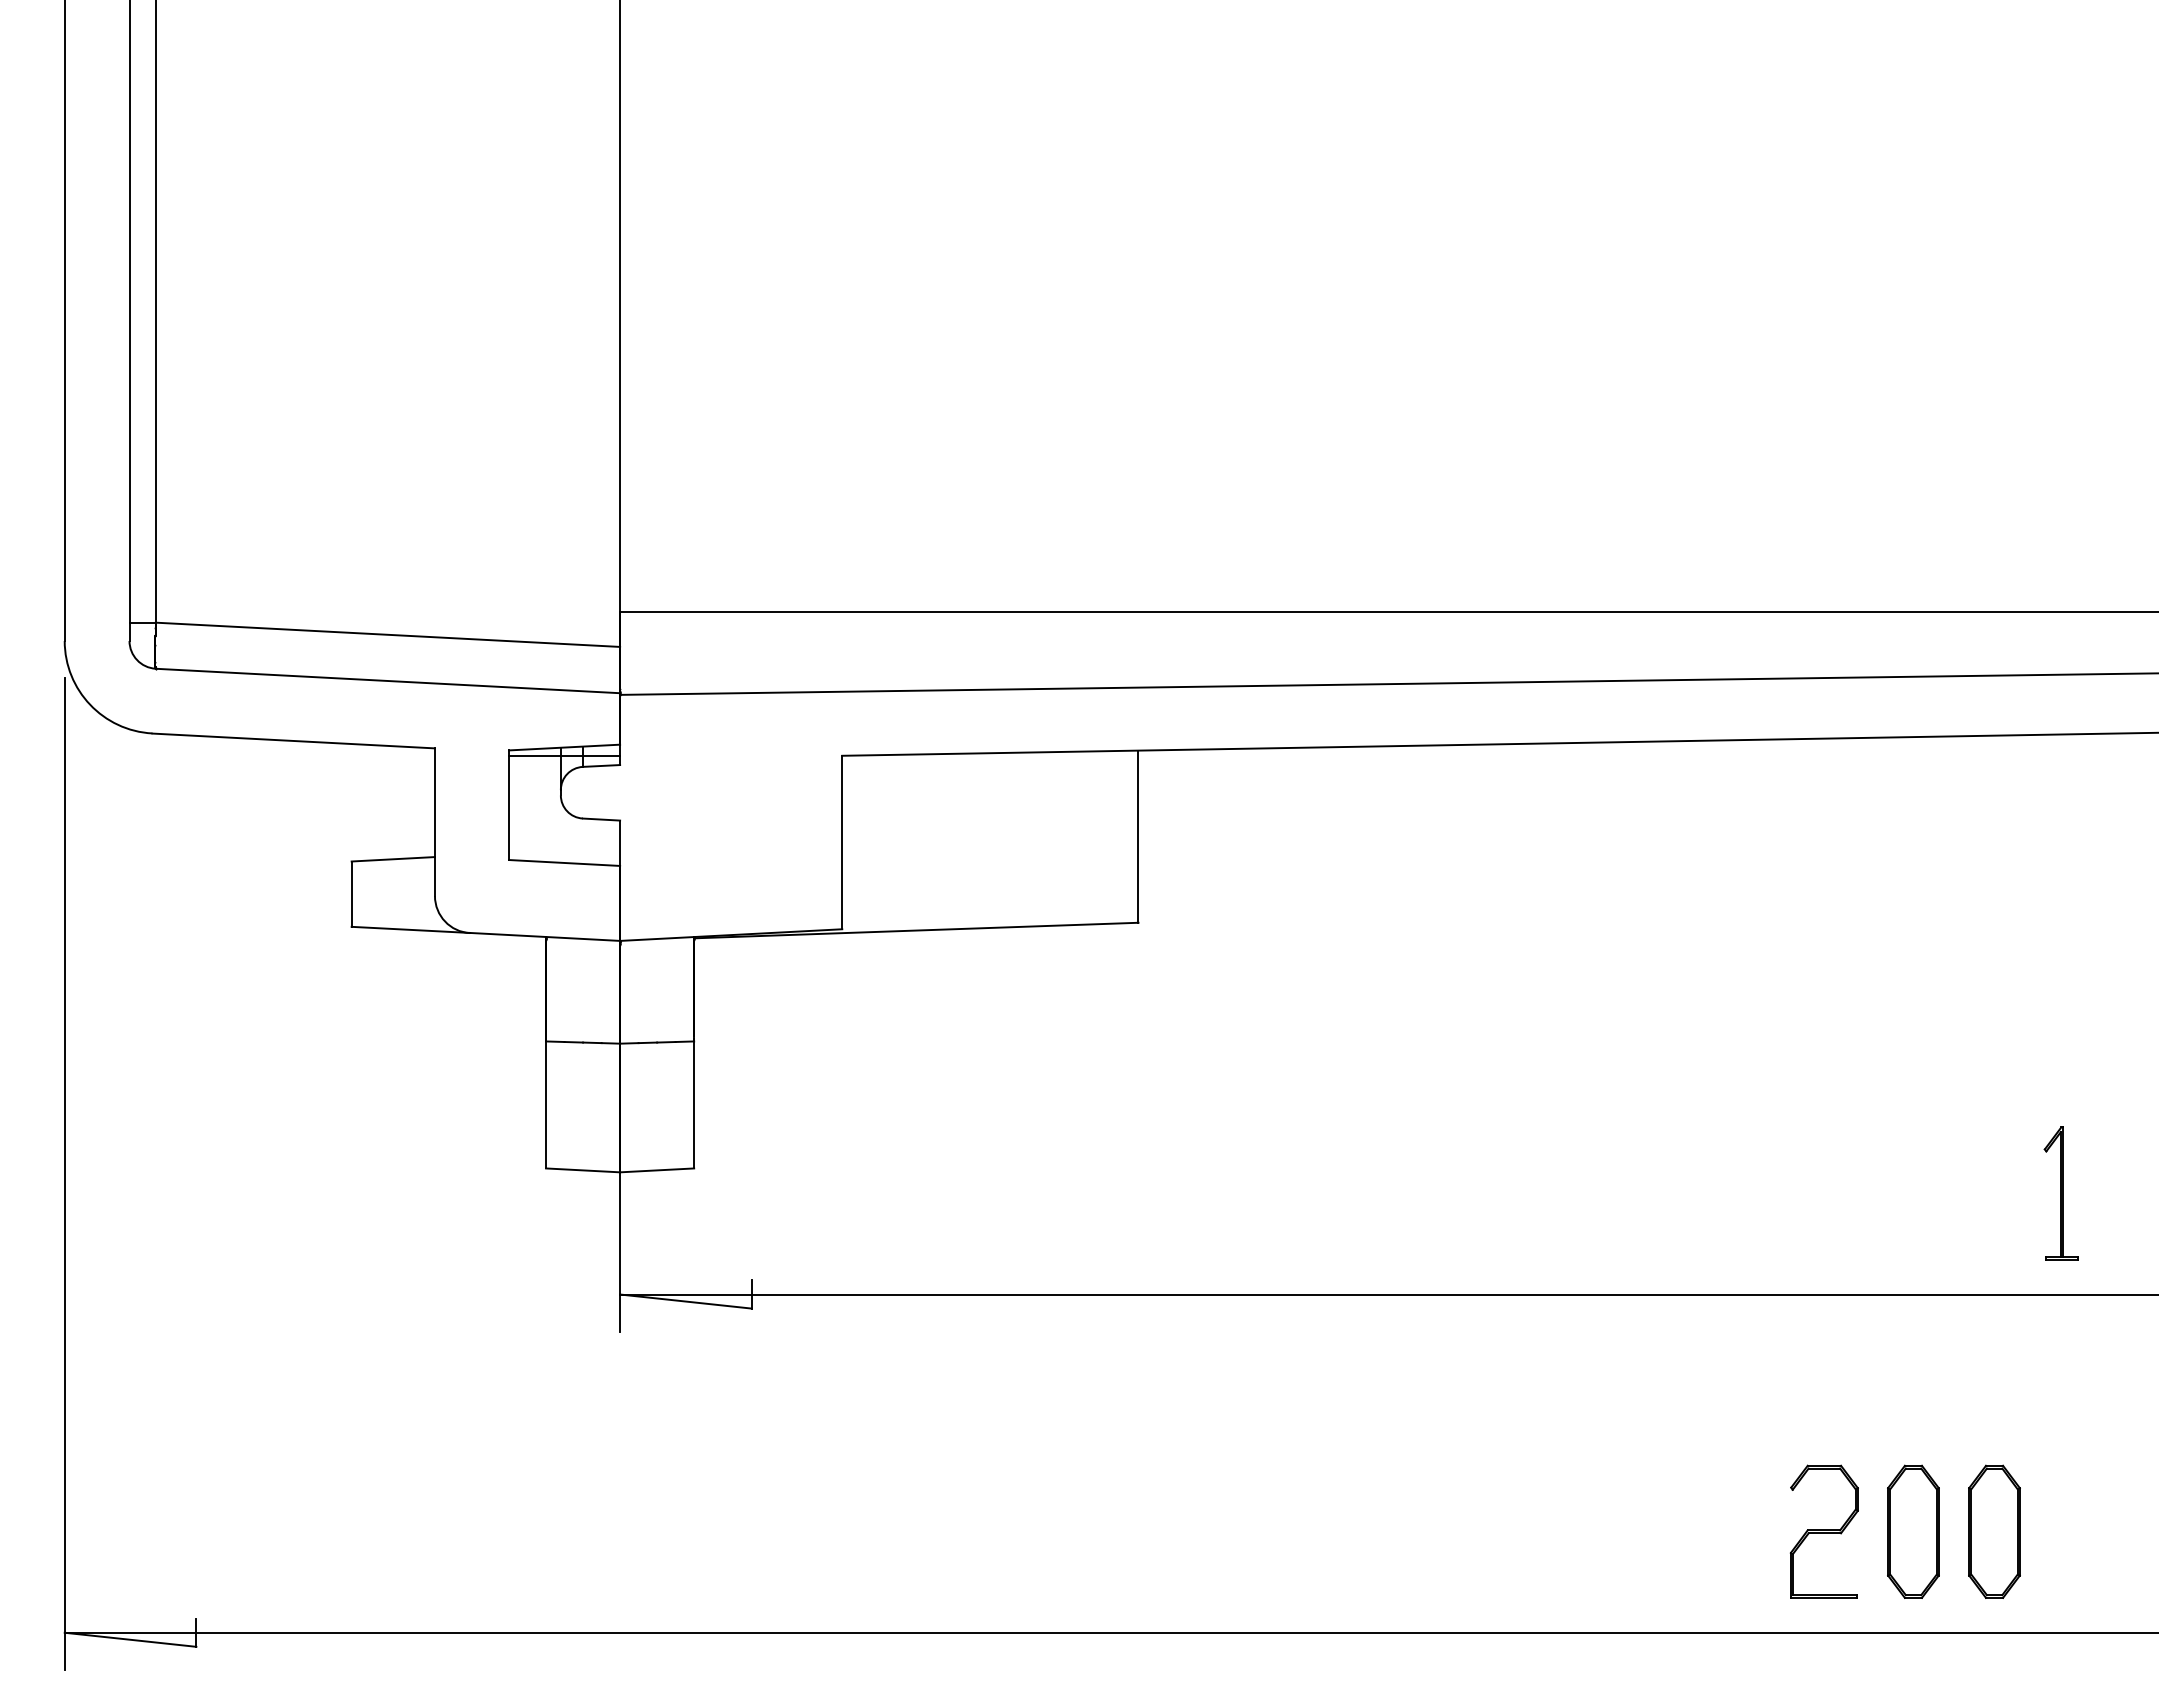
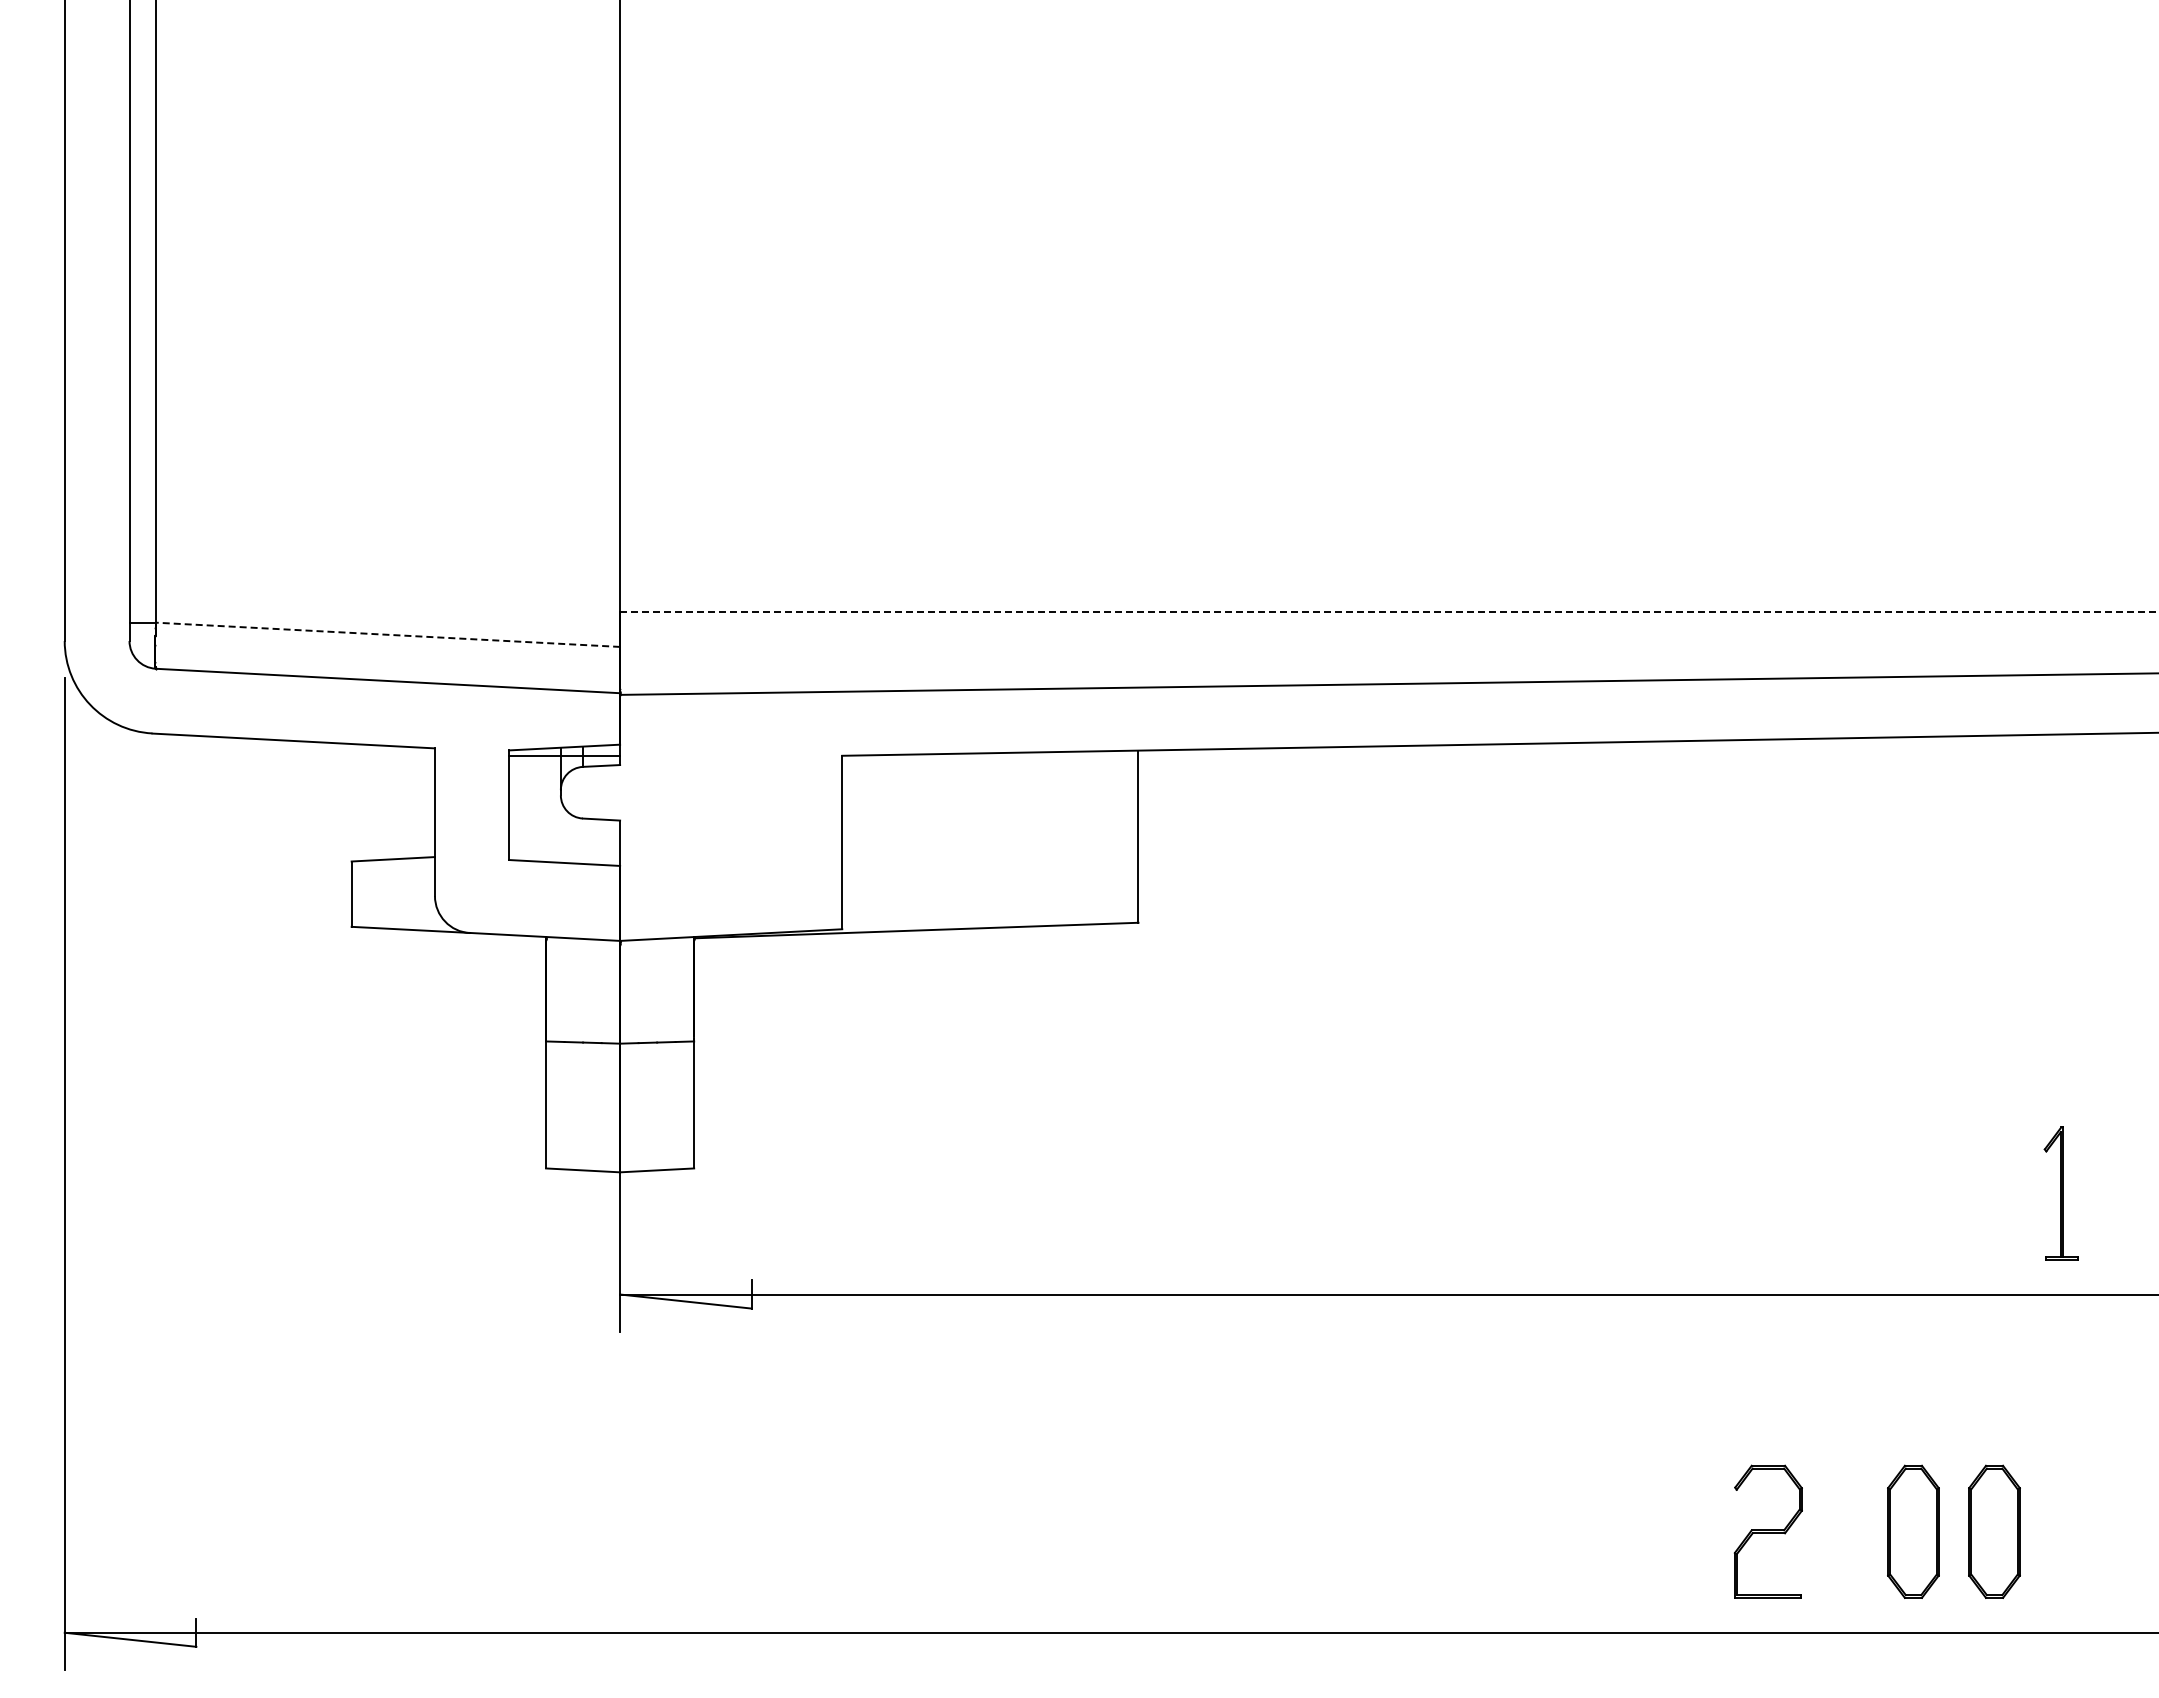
line at (1389, 611): solid -> dashed
line at (387, 634): solid -> dashed
part at (1823, 1531) position: (1823, 1531) -> (1767, 1531)
